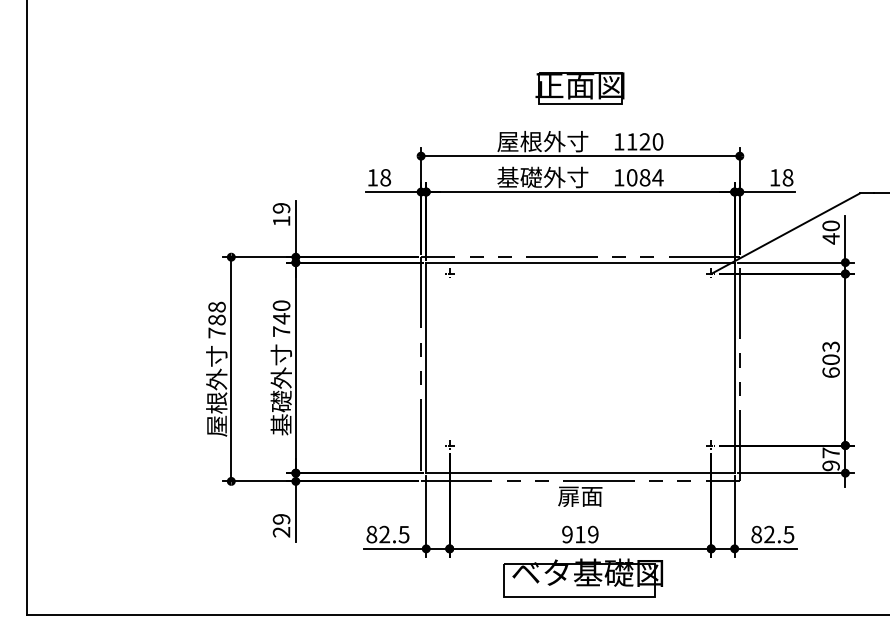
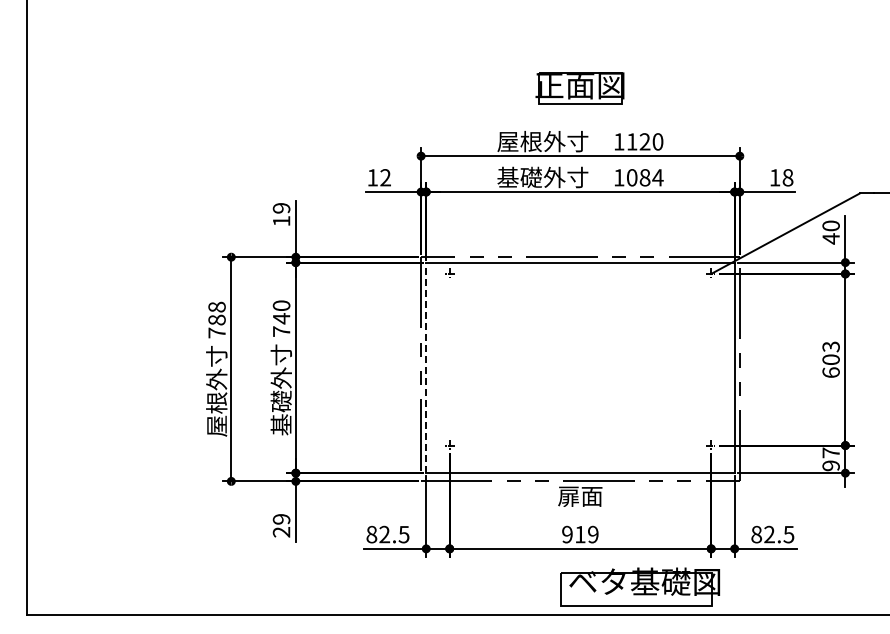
text at (385, 177): 18 -> 12
line at (426, 367): solid -> dashed
part at (582, 577) position: (582, 577) -> (639, 586)
